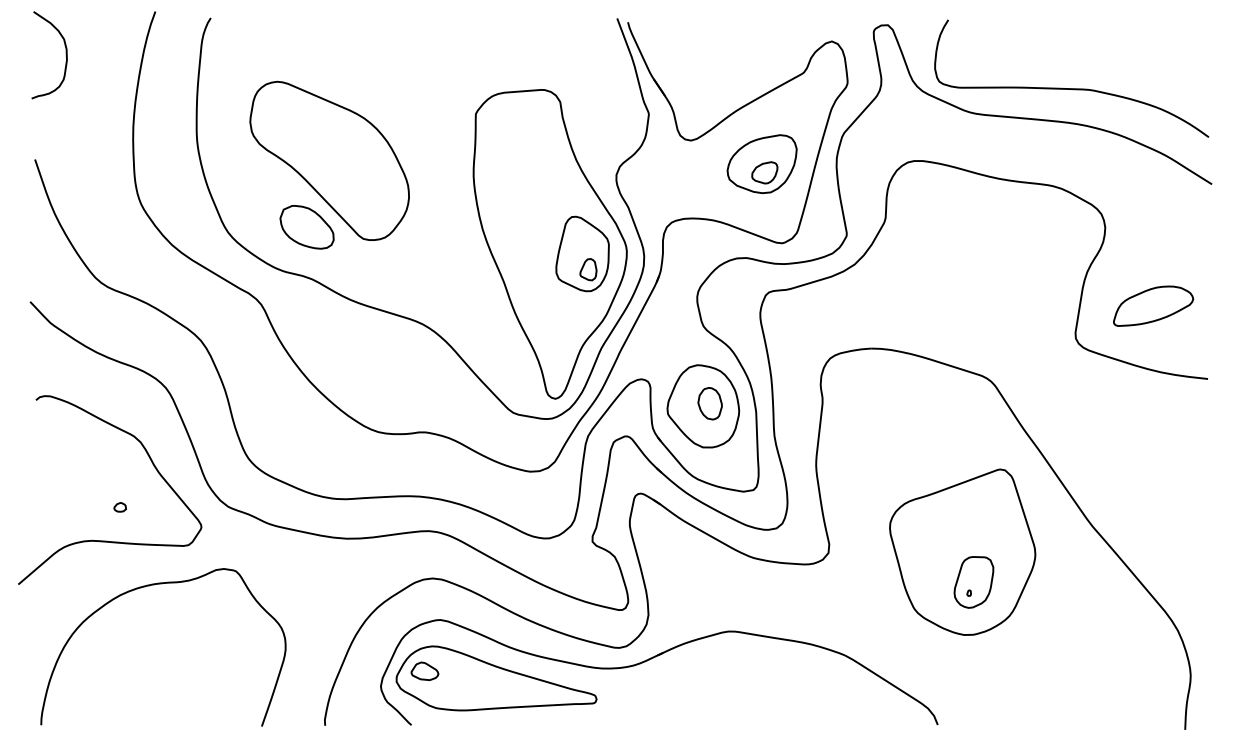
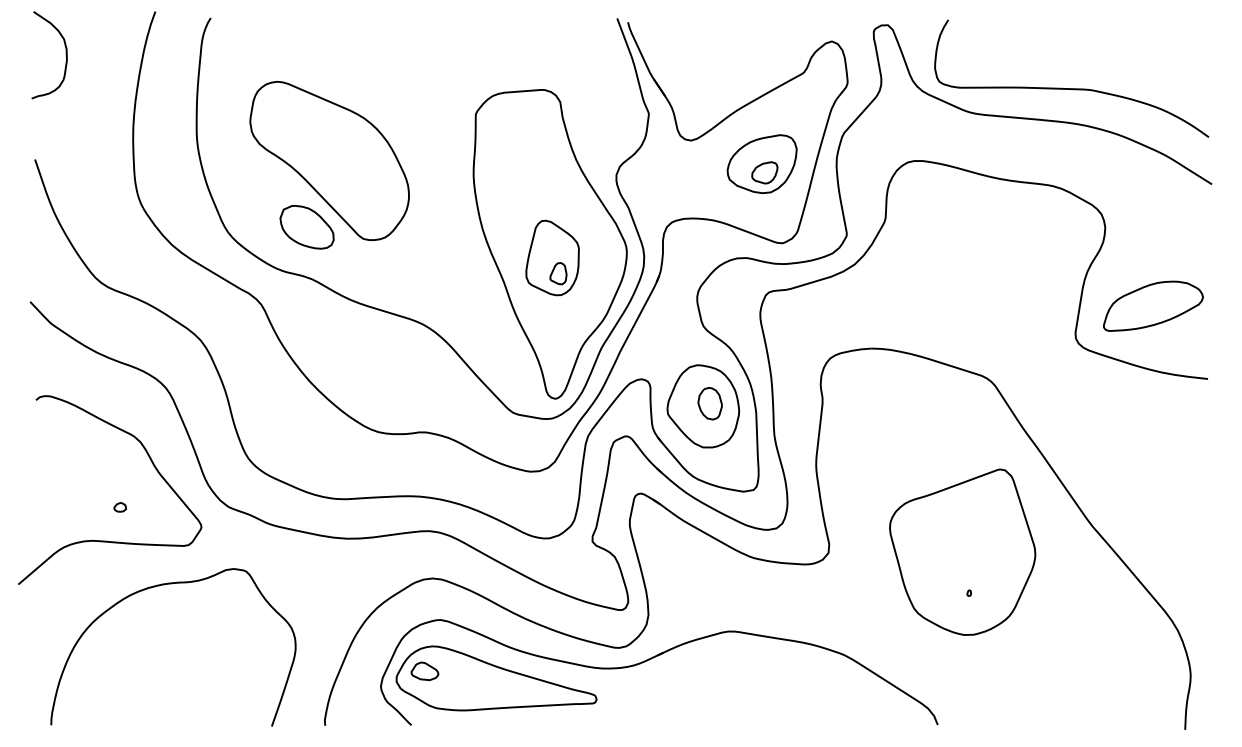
part at (582, 253) position: (582, 253) -> (552, 257)
part at (1153, 305) size: 82x42 px -> 101x52 px
part at (973, 582): present -> none
curve at (149, 586) position: (149, 586) -> (159, 586)
